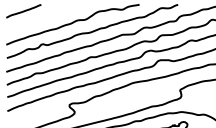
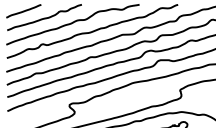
curve at (44, 17): none -> present
